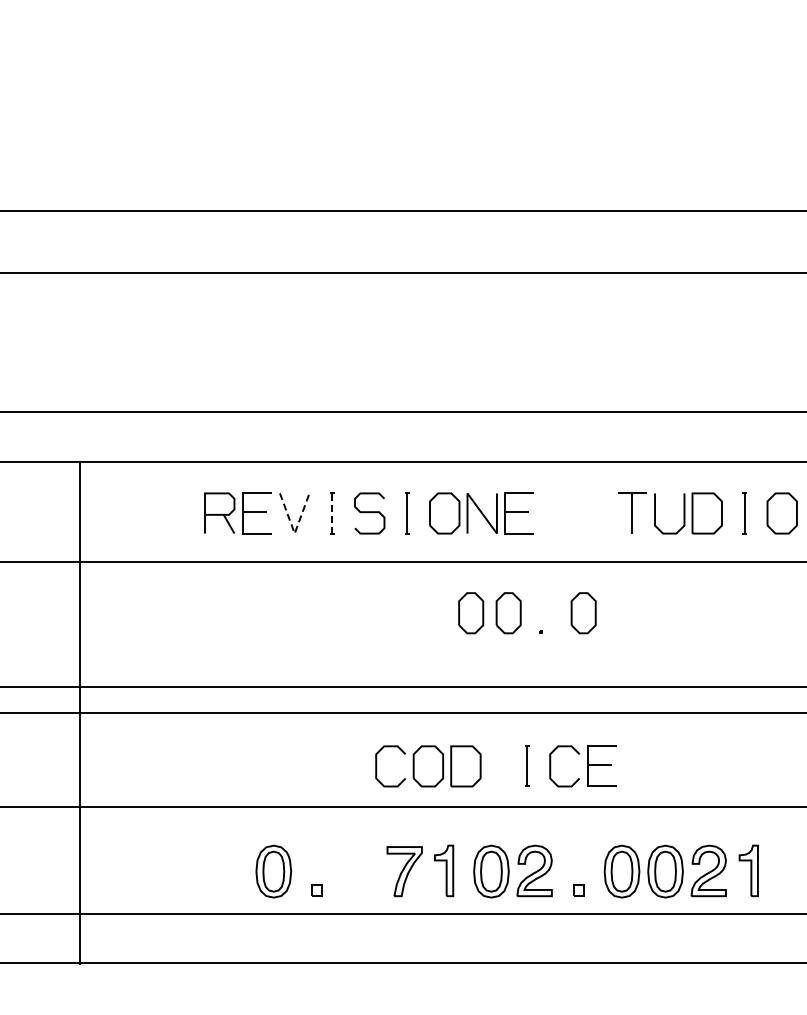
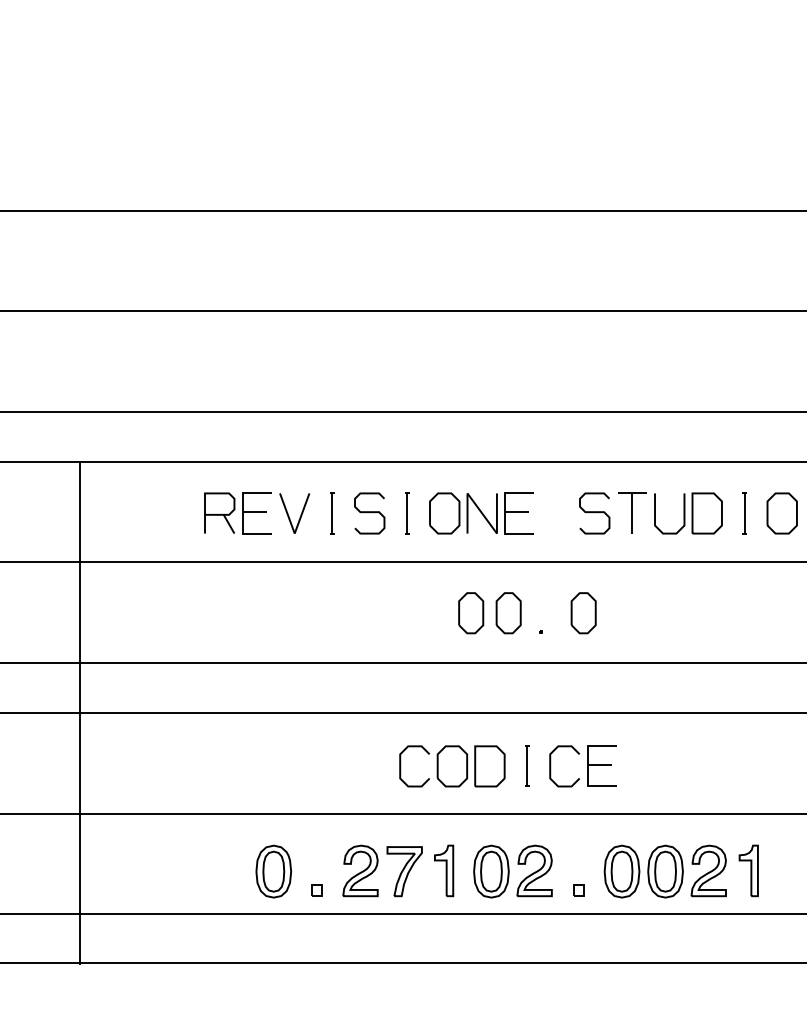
line at (402, 273) position: (402, 273) -> (402, 311)
line at (332, 513): dashed -> solid
curve at (594, 513): none -> present
line at (294, 533): dashed -> solid
line at (402, 686) position: (402, 686) -> (402, 662)
part at (428, 766) position: (428, 766) -> (452, 766)
line at (402, 806) position: (402, 806) -> (402, 813)
part at (360, 870): none -> present
